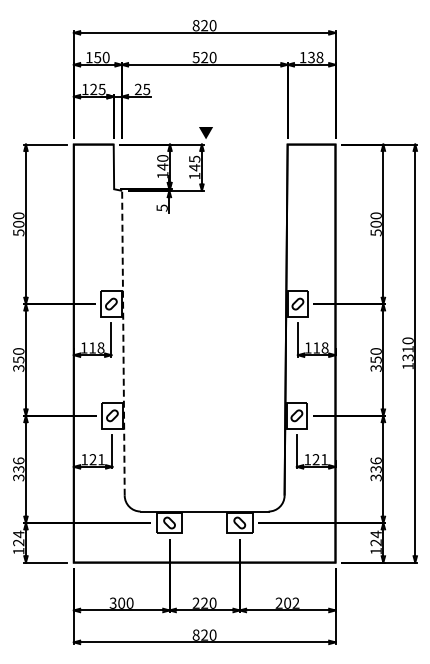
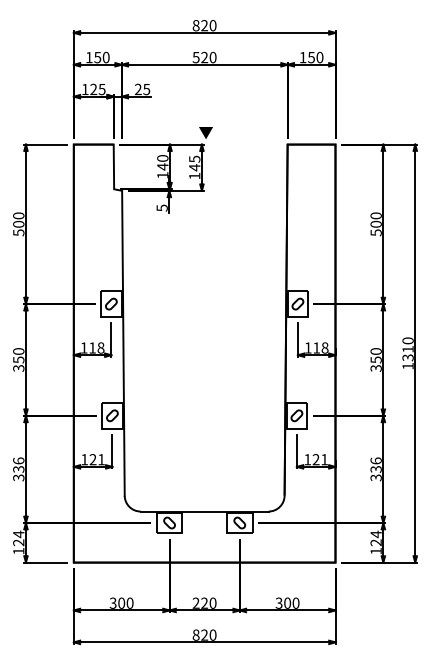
text at (315, 56): 138 -> 150
line at (123, 342): dashed -> solid
text at (287, 602): 202 -> 300
